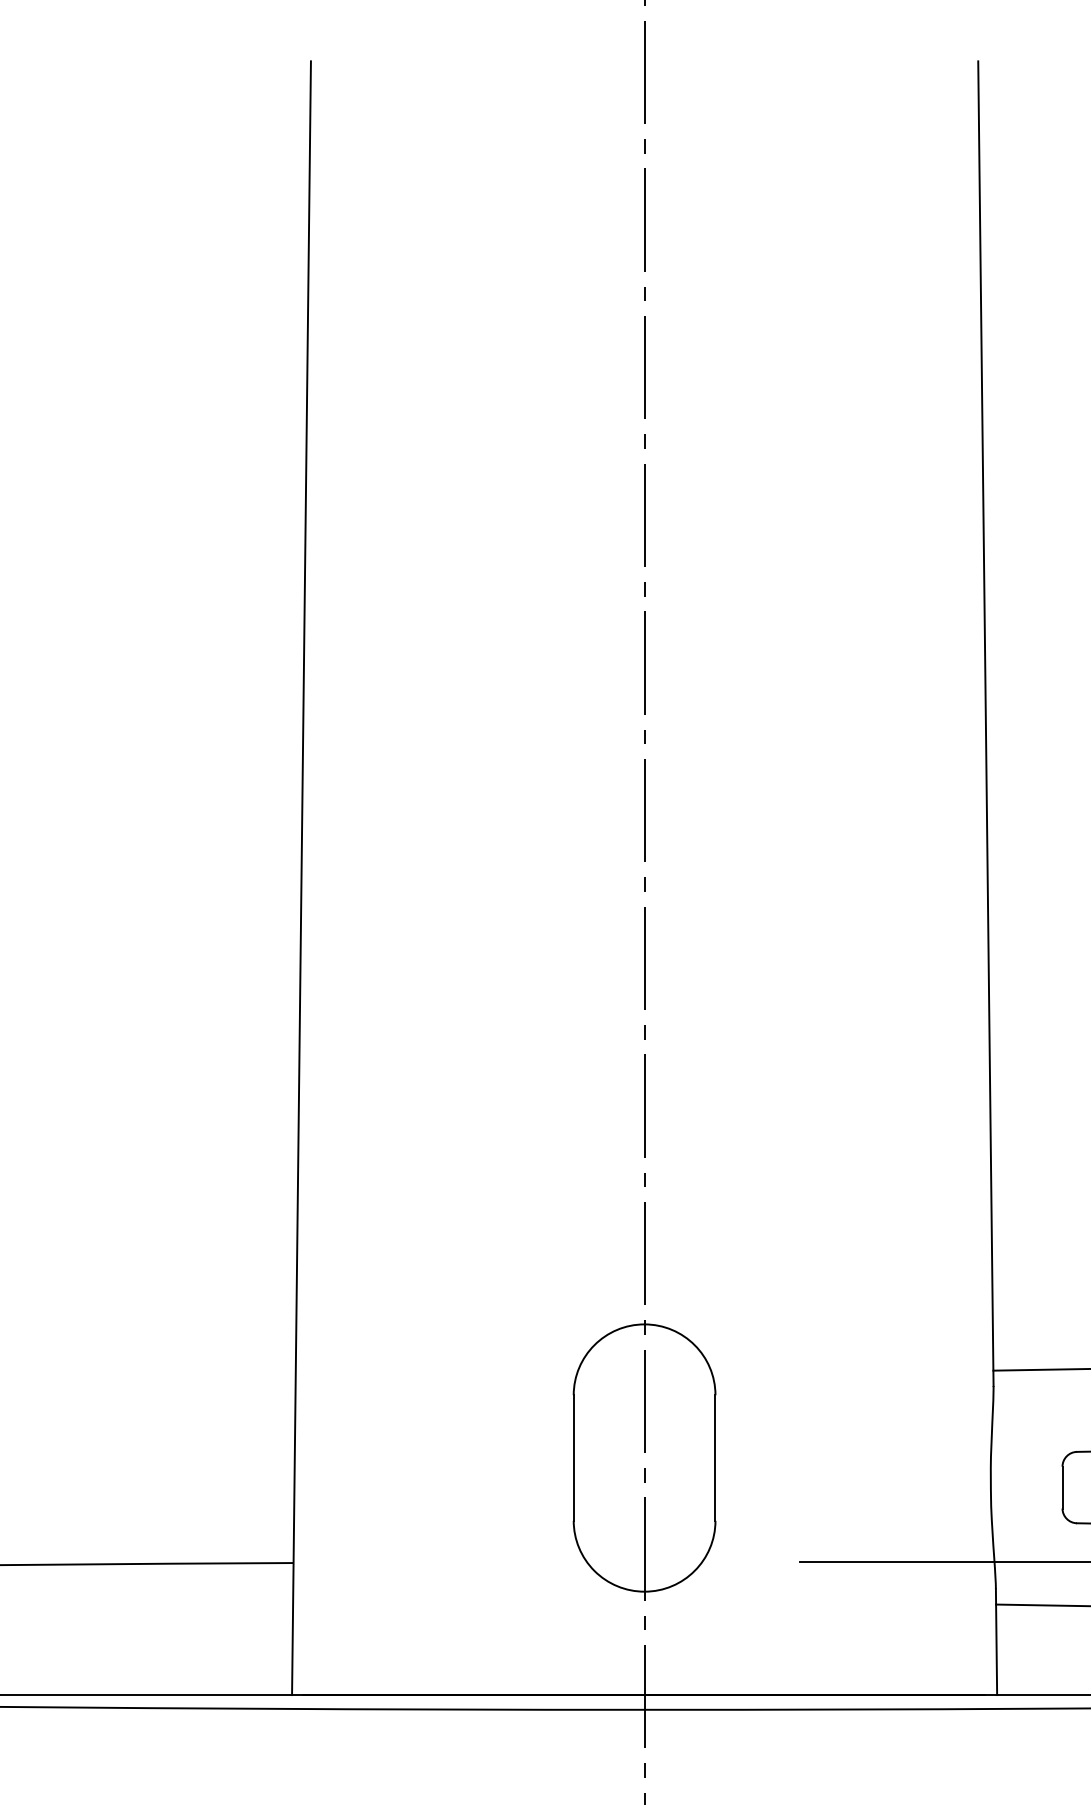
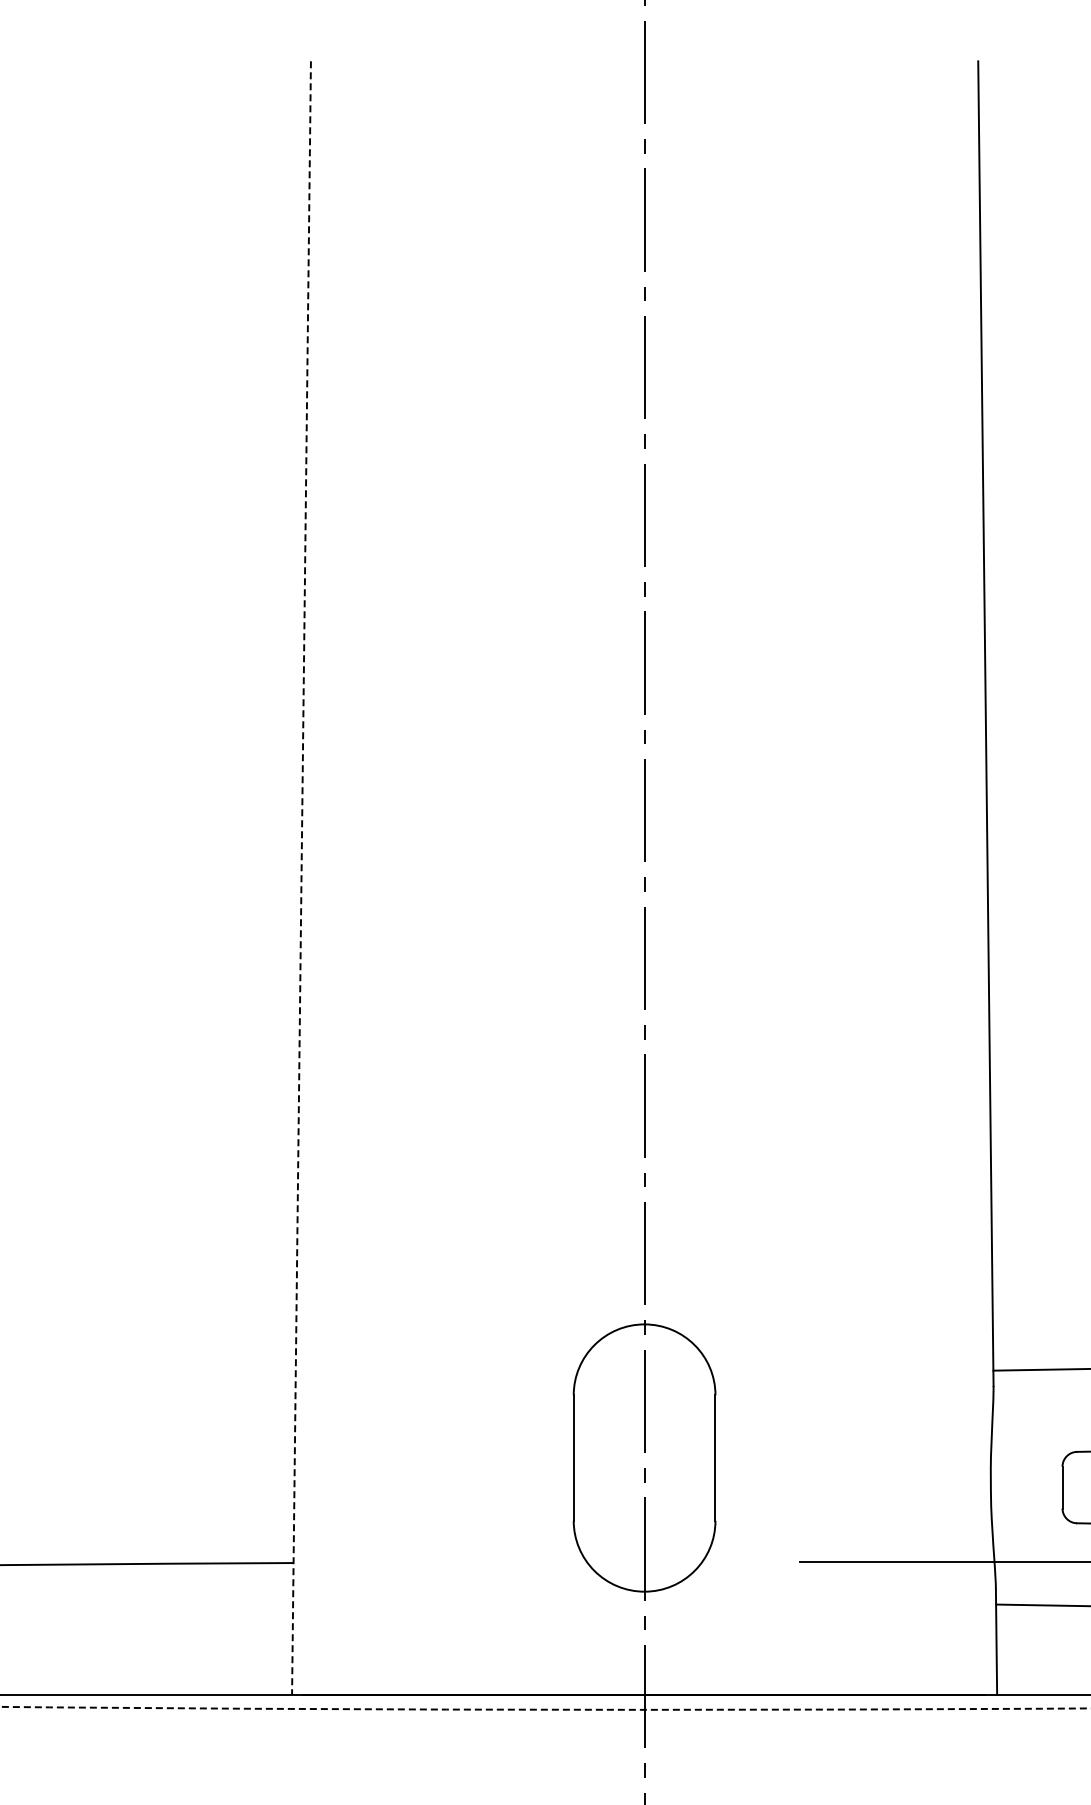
line at (301, 878): solid -> dashed
arc at (545, 1709): solid -> dashed
